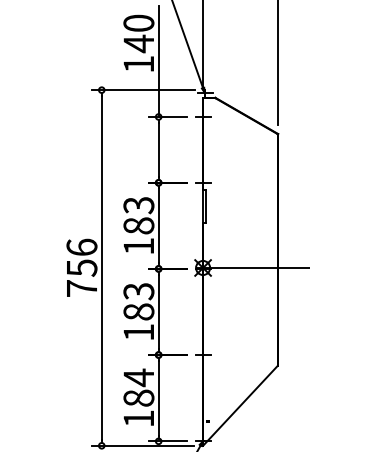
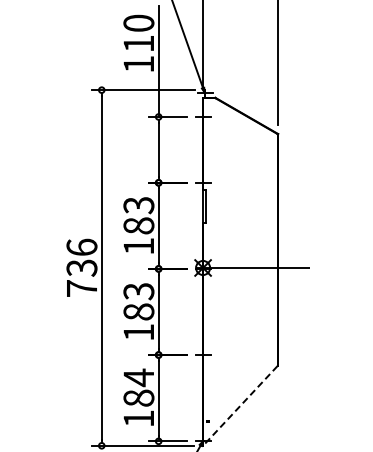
text at (138, 43): 140 -> 110
text at (81, 267): 756 -> 736
line at (240, 406): solid -> dashed
